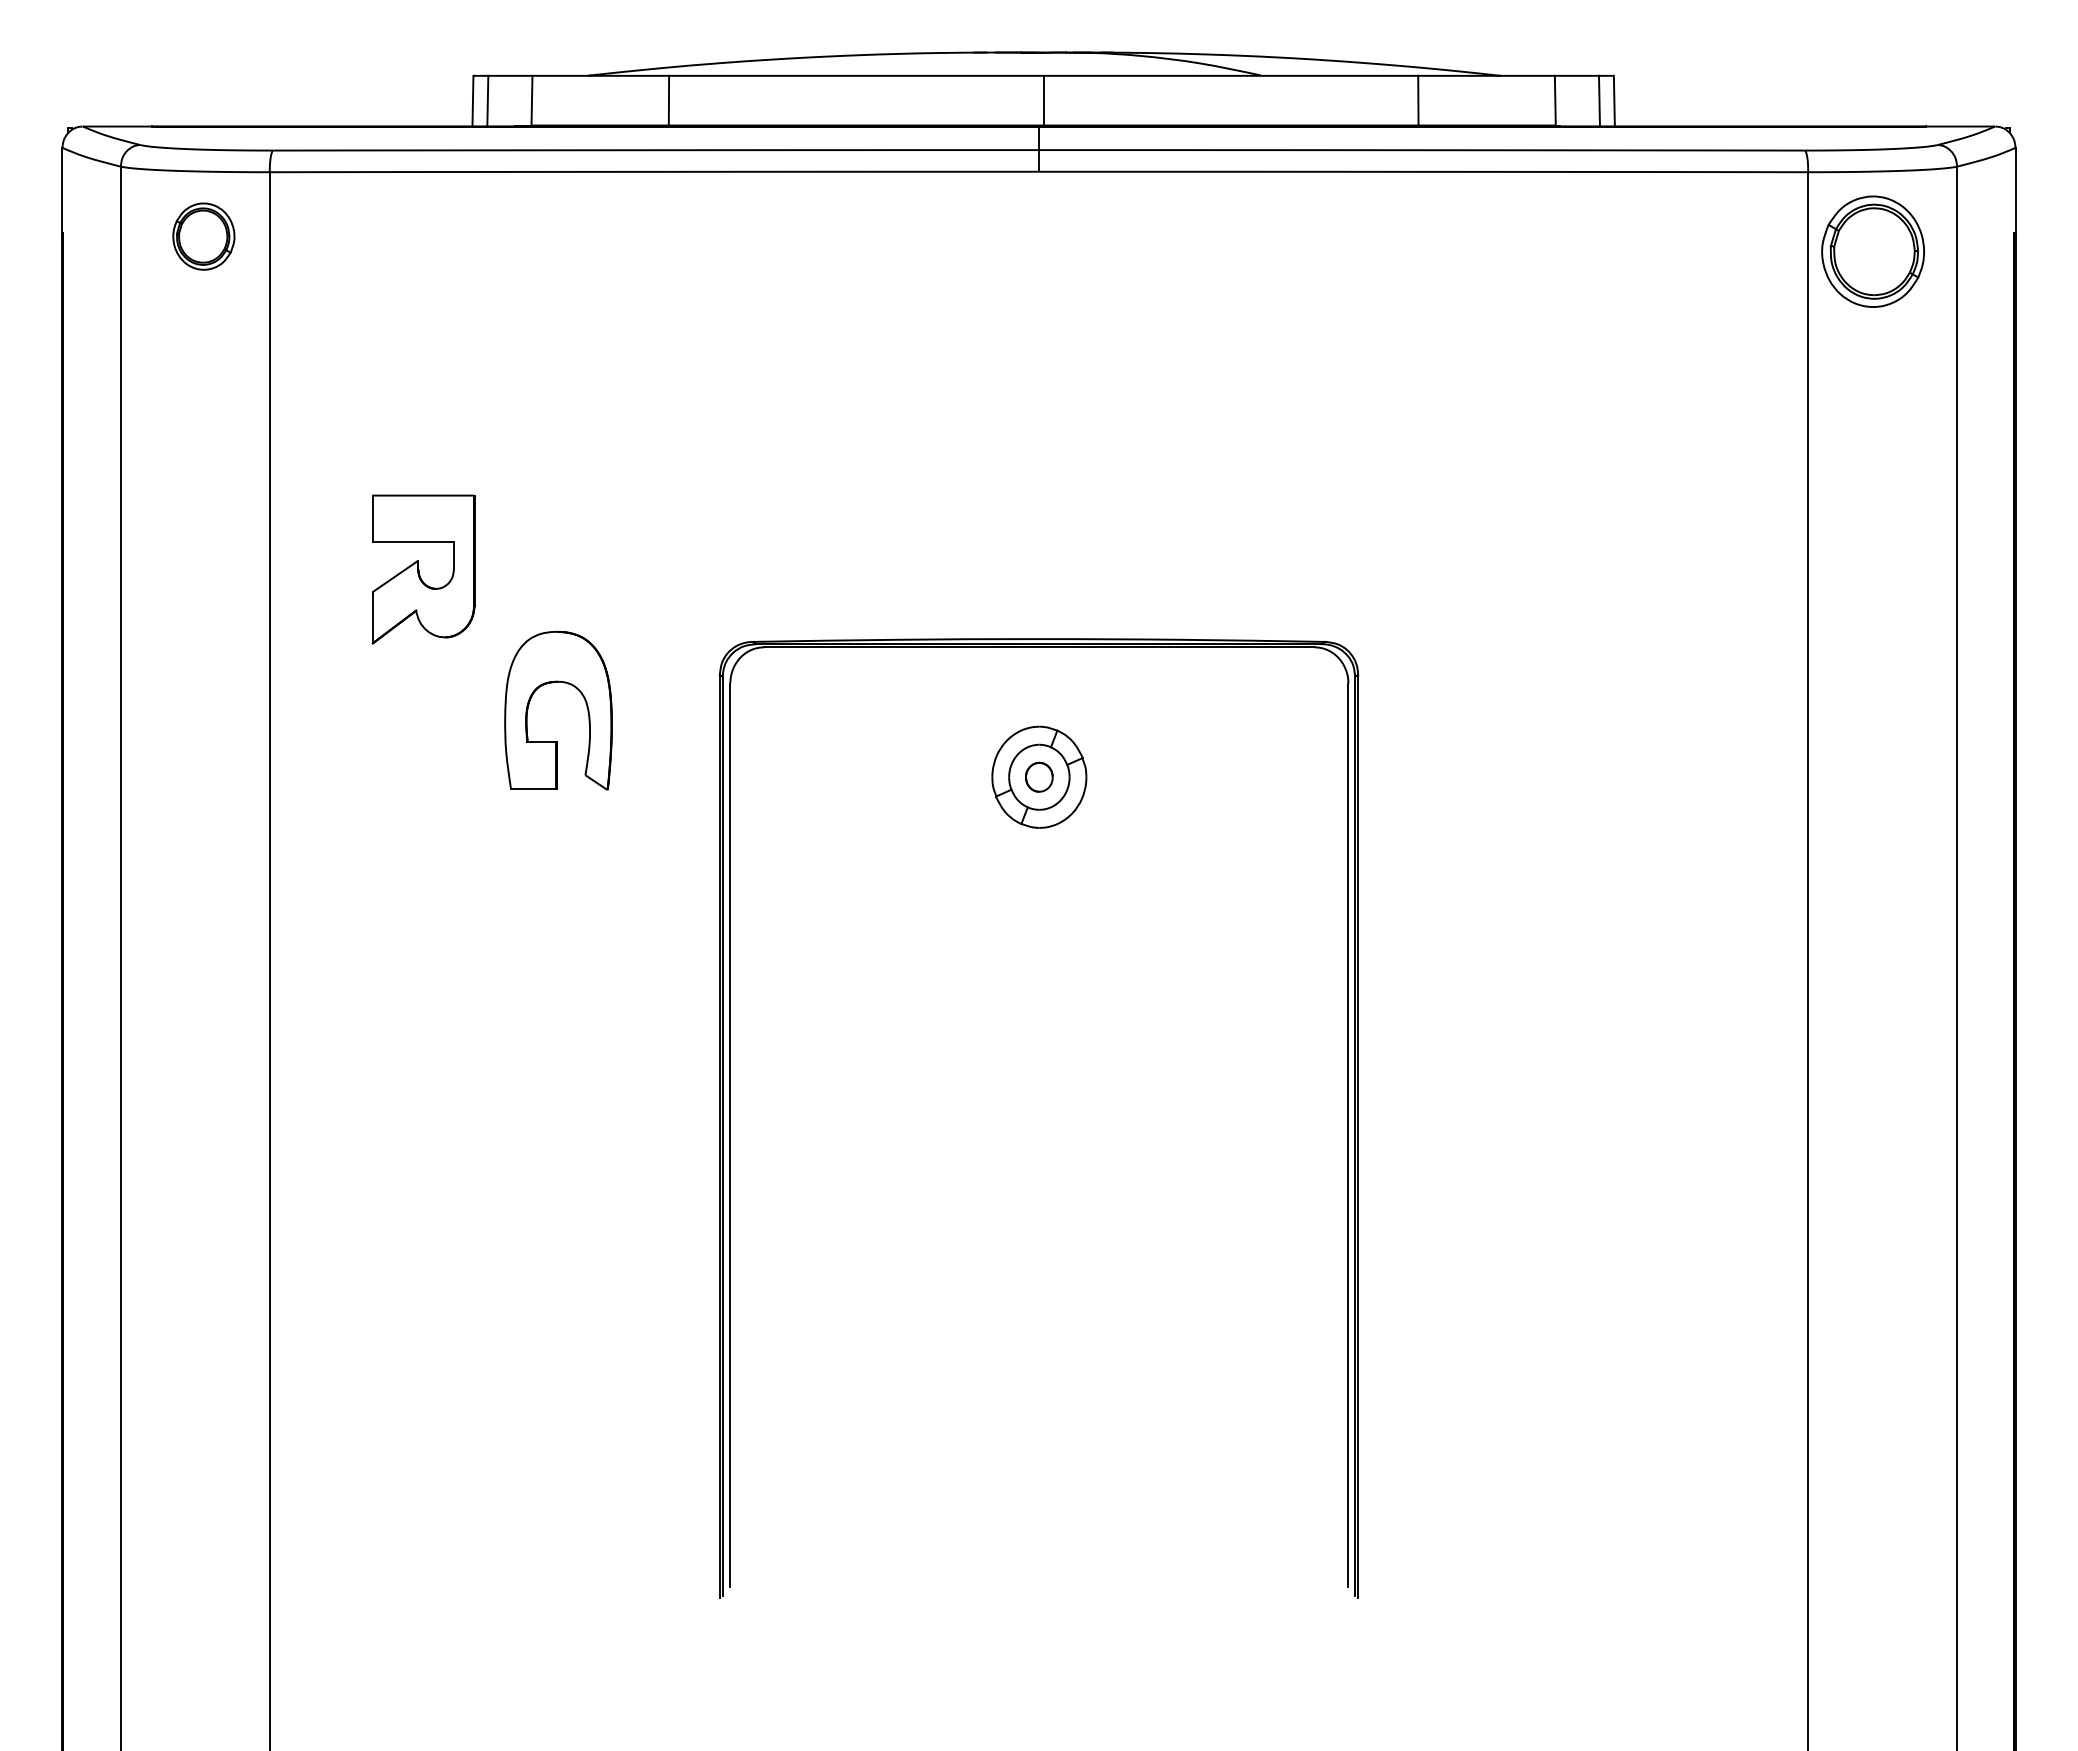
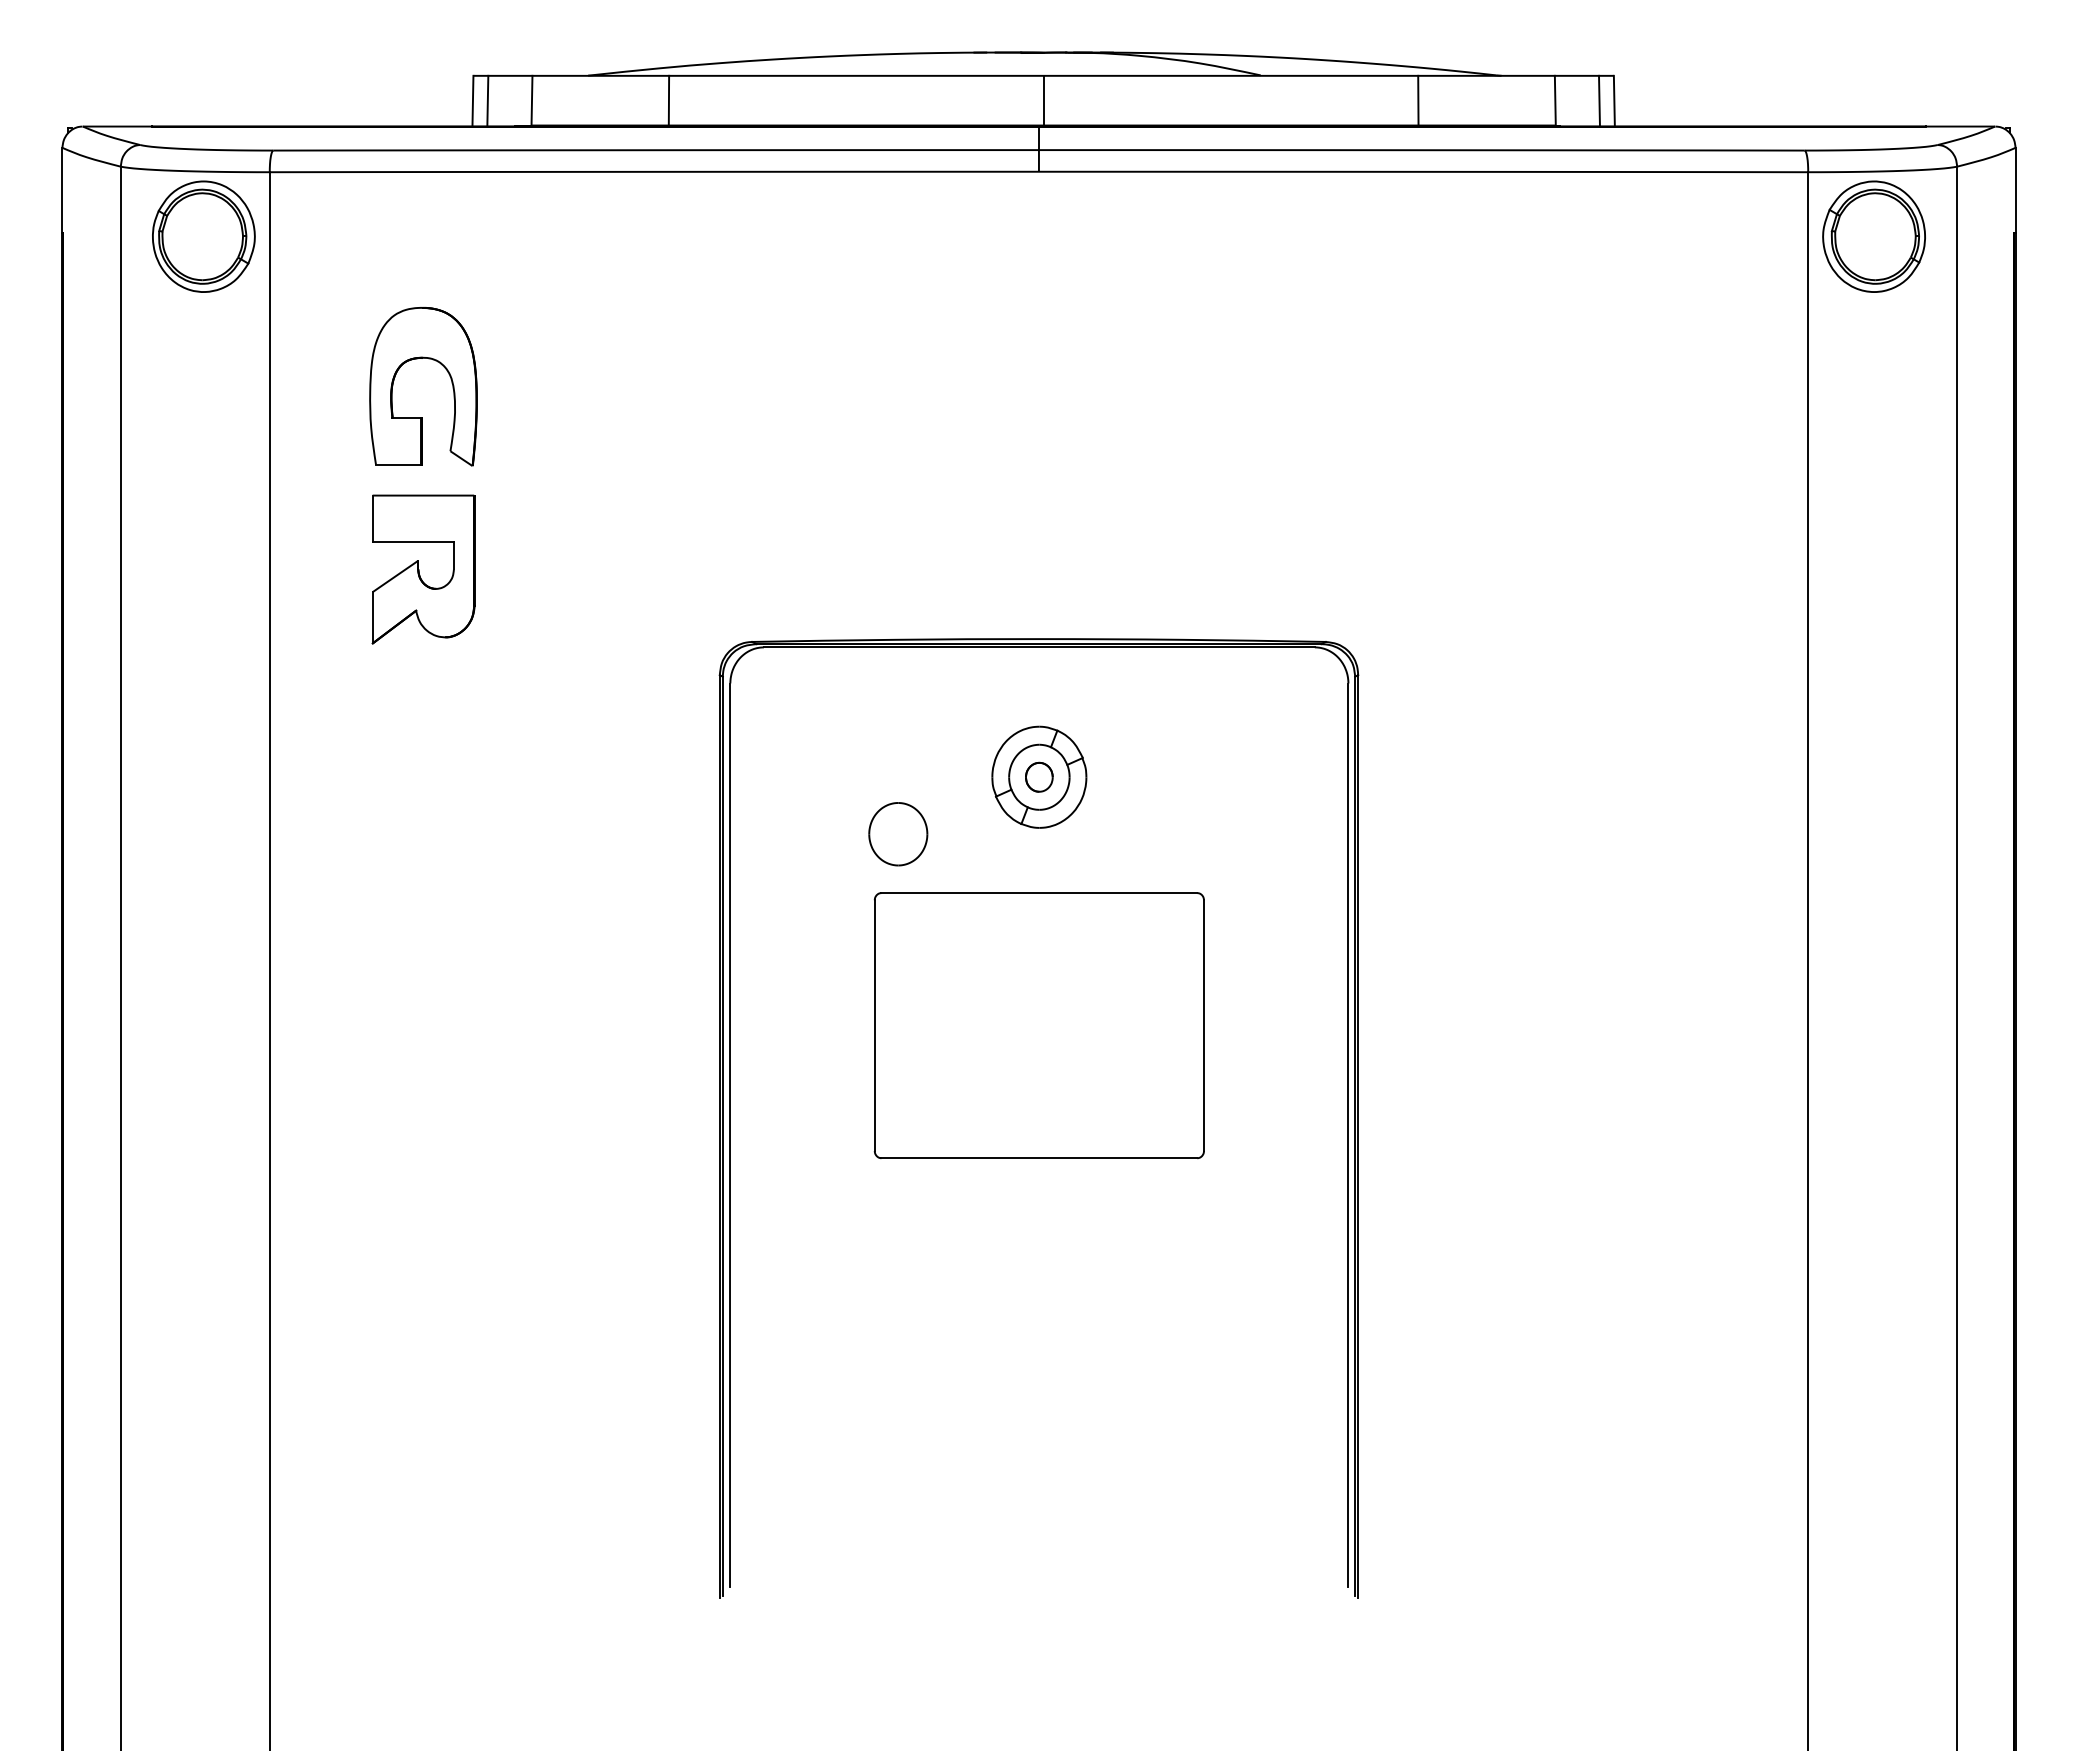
part at (203, 236) size: 64x69 px -> 104x113 px
part at (1872, 251) position: (1872, 251) -> (1873, 236)
part at (563, 683) position: (563, 683) -> (428, 359)
part at (898, 834): none -> present
part at (1038, 1025): none -> present
